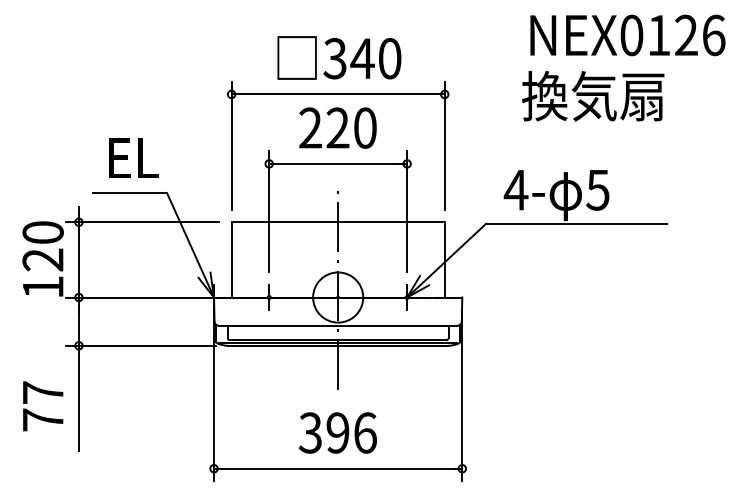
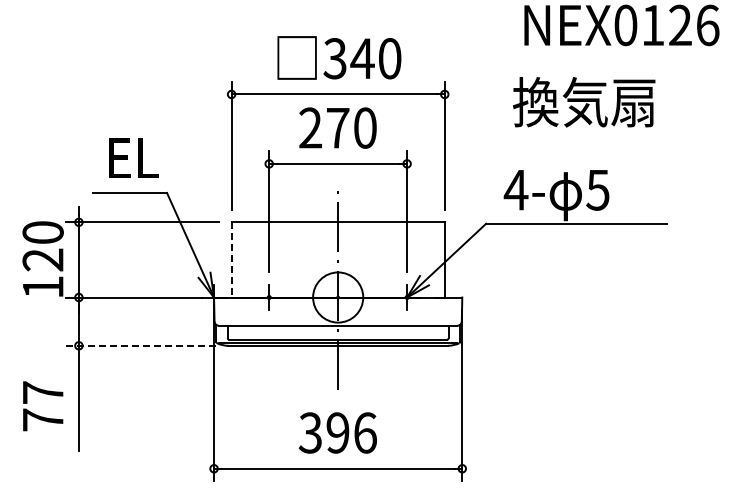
text at (627, 35) position: (627, 35) -> (621, 25)
text at (593, 96) position: (593, 96) -> (584, 102)
text at (337, 127): 220 -> 270
line at (231, 259): solid -> dashed
line at (141, 345): solid -> dashed
